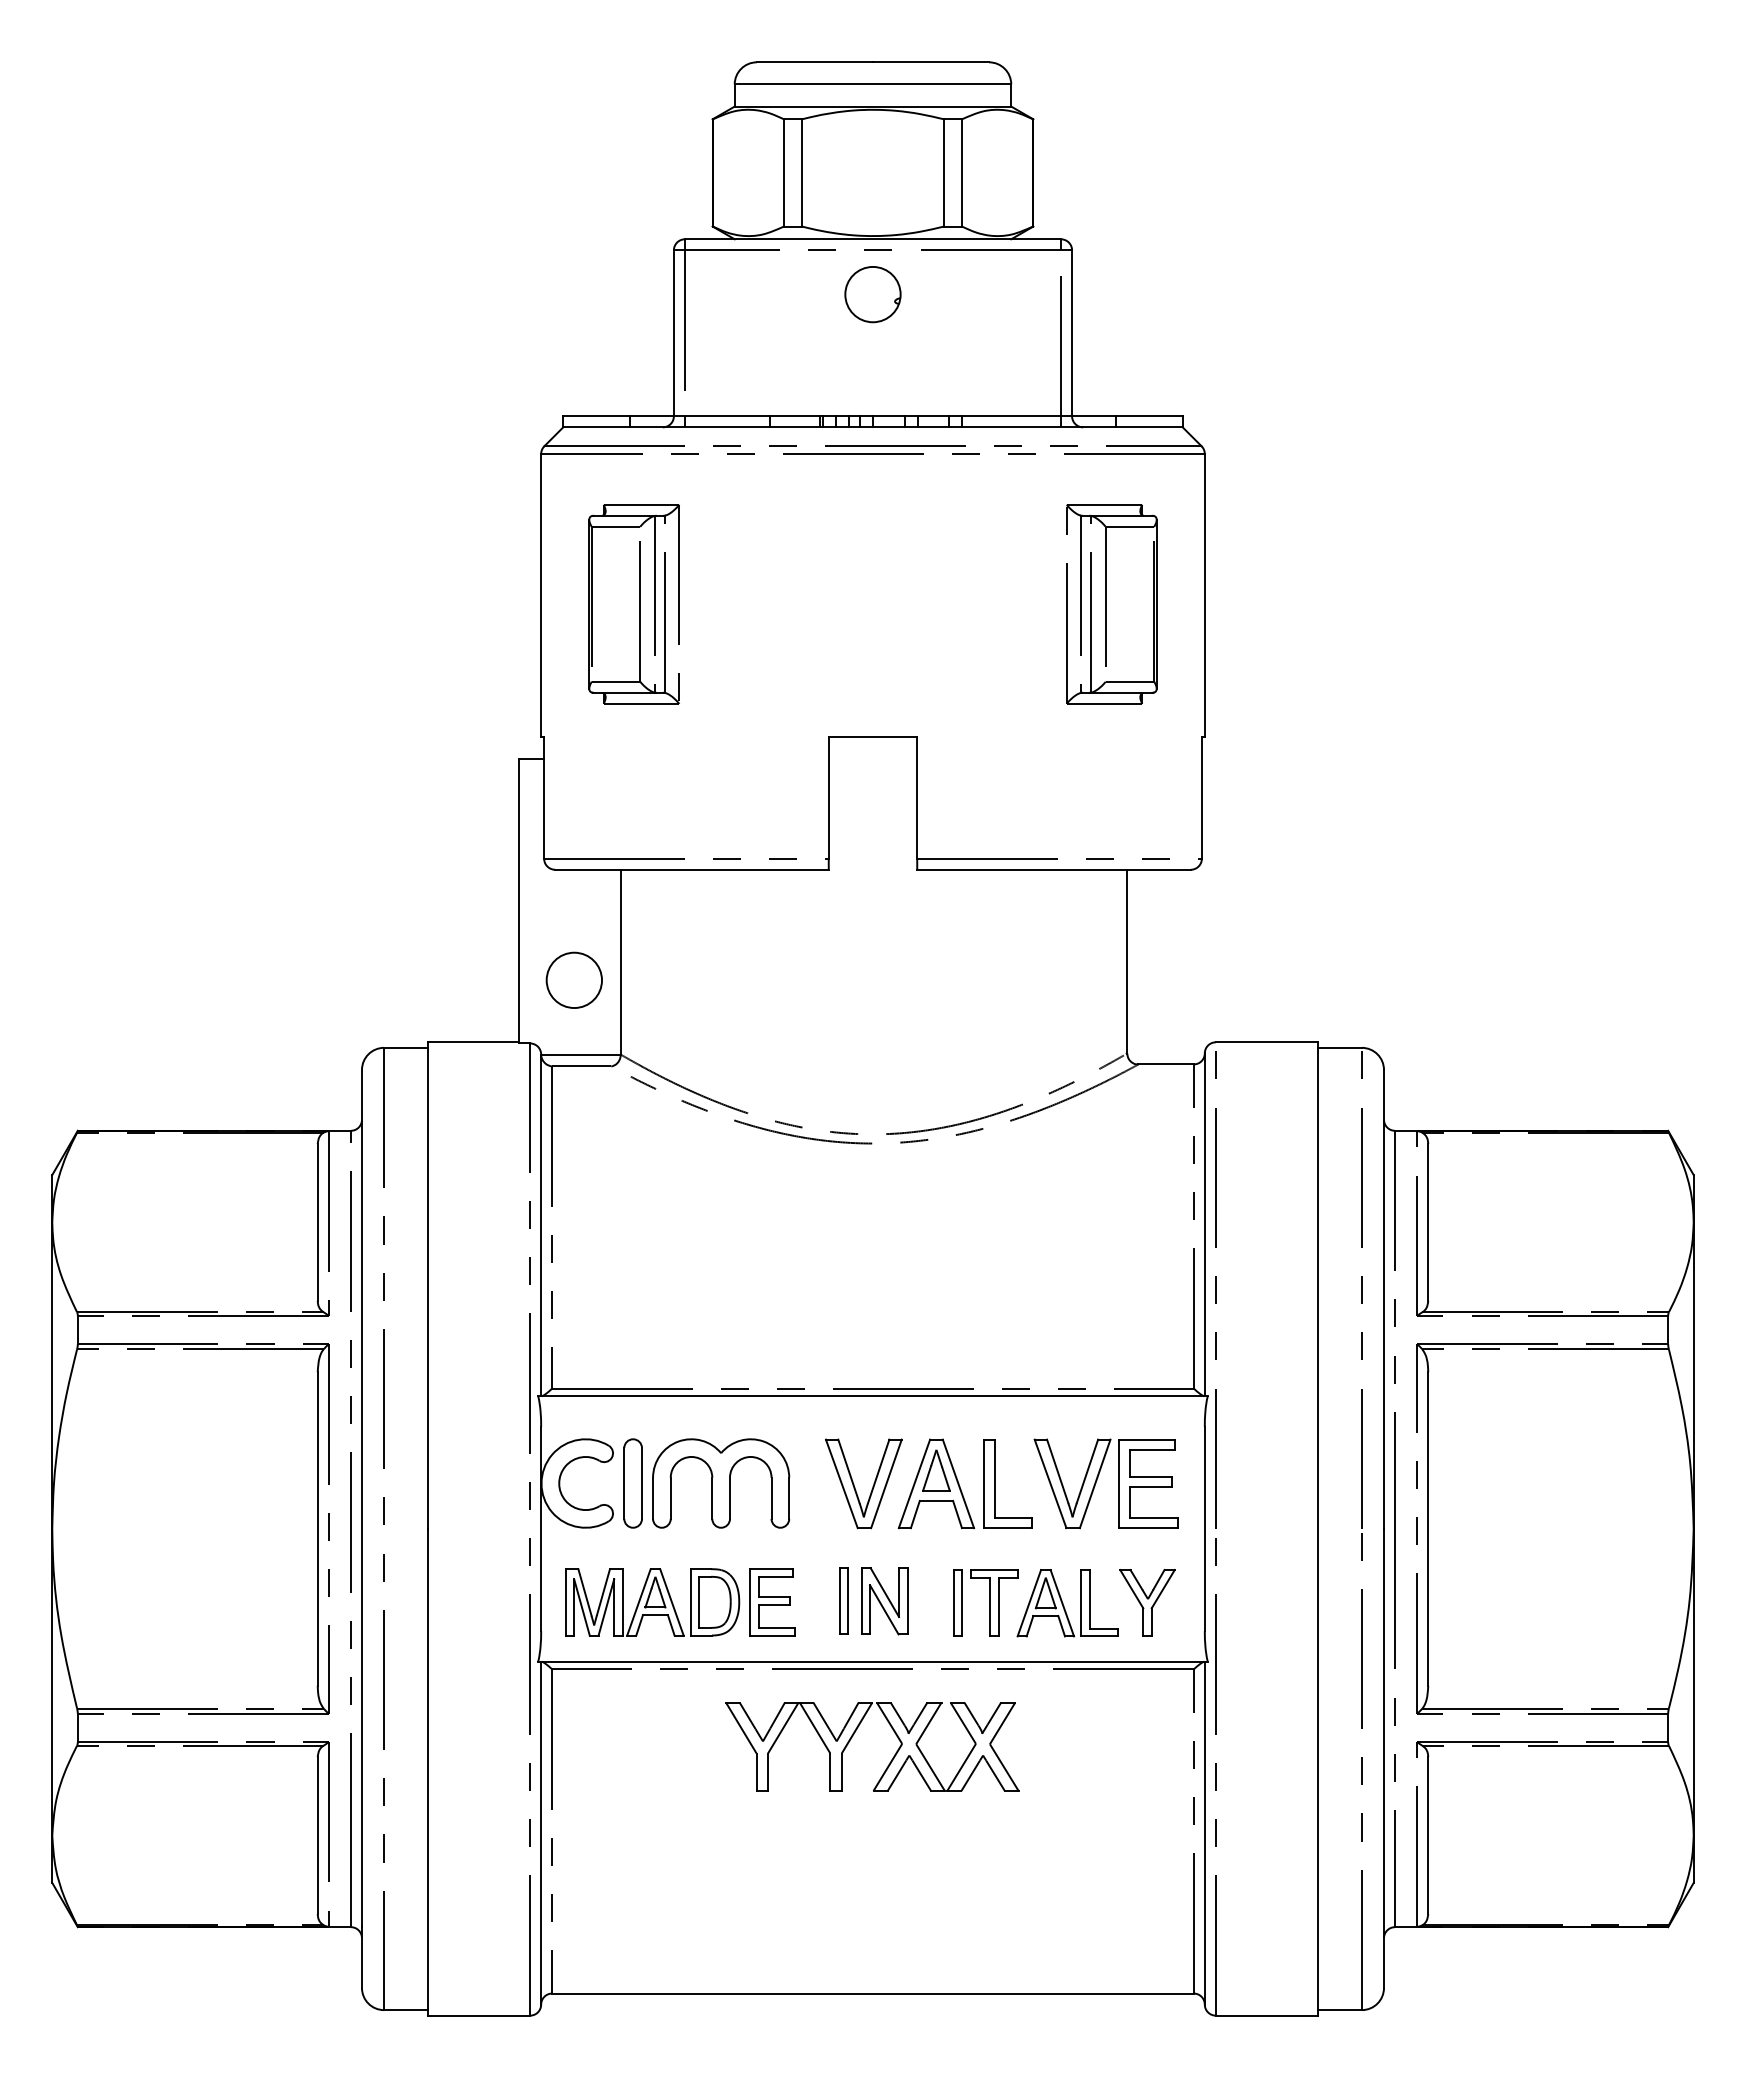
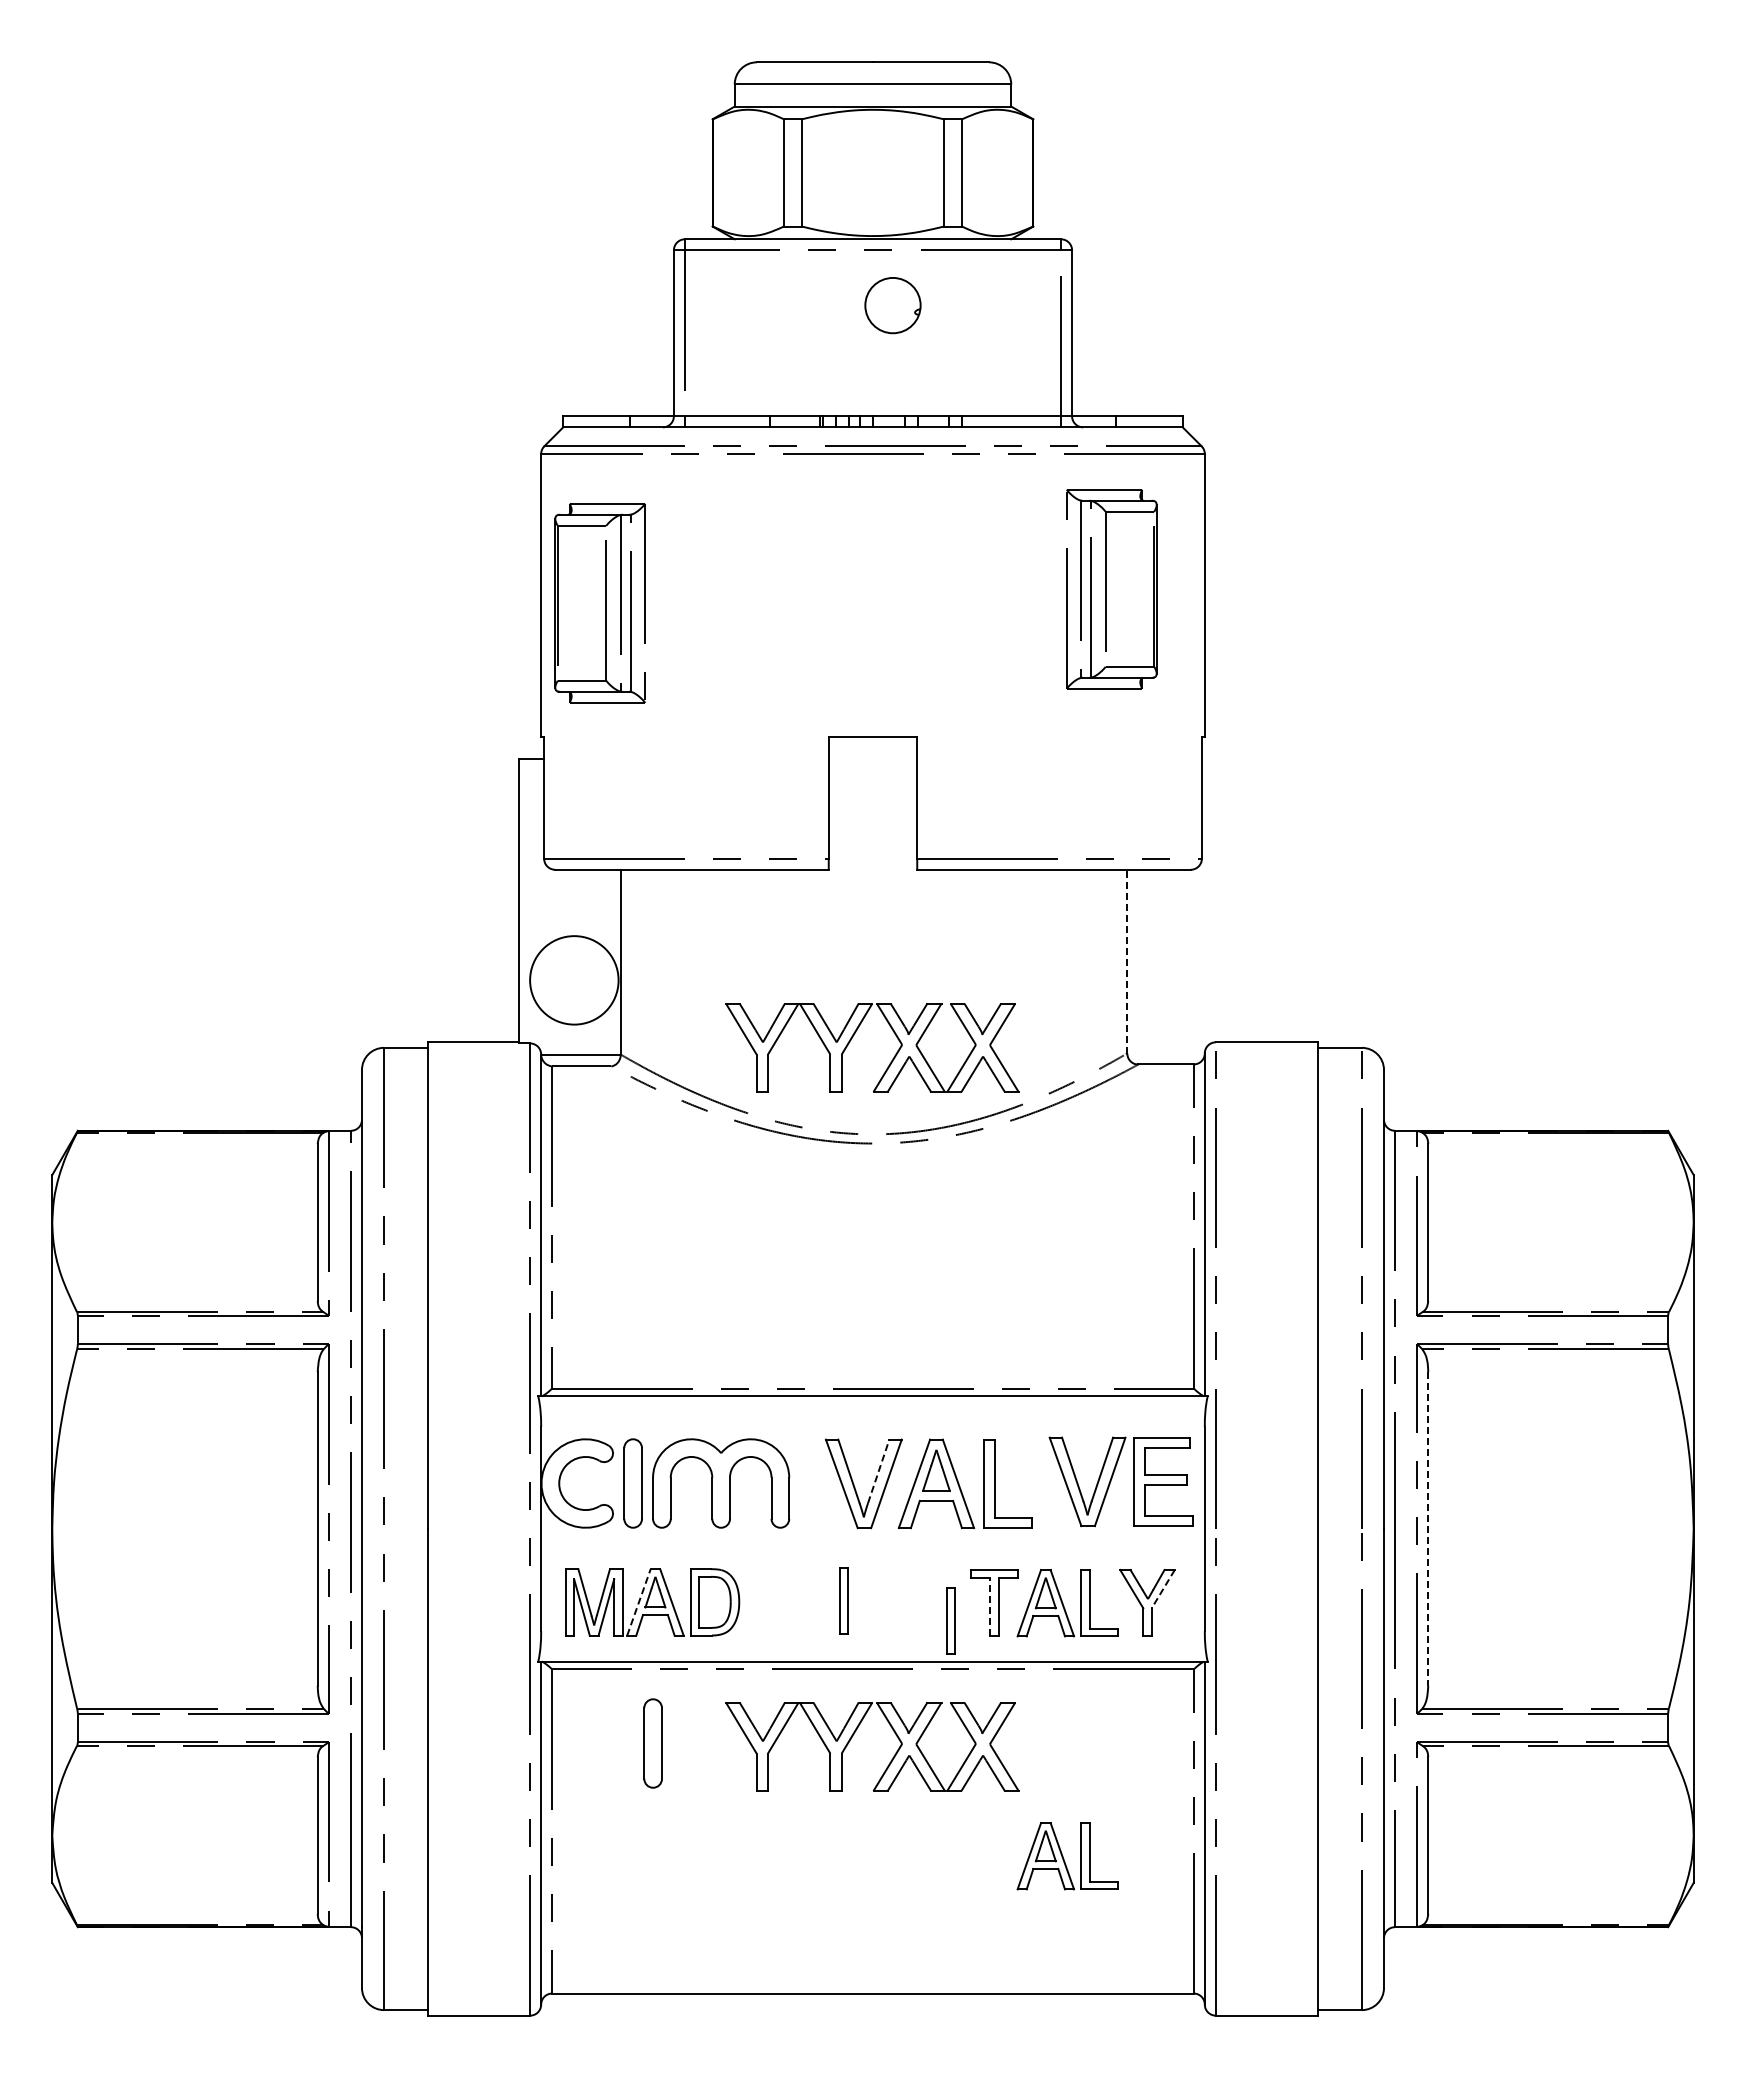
part at (872, 294) position: (872, 294) -> (892, 305)
part at (633, 604) position: (633, 604) -> (599, 603)
part at (1111, 604) position: (1111, 604) -> (1111, 589)
line at (1127, 961): solid -> dashed
circle at (574, 980) diameter: 55 px -> 88 px
part at (853, 1037): none -> present
line at (878, 1470): solid -> dashed
part at (1097, 1480) position: (1097, 1480) -> (1112, 1478)
line at (1428, 1528): solid -> dashed
line at (1163, 1589): solid -> dashed
line at (639, 1601): solid -> dashed
part at (884, 1601): present -> none
part at (772, 1602): present -> none
part at (957, 1602) position: (957, 1602) -> (950, 1620)
line at (990, 1606): solid -> dashed
part at (652, 1743): none -> present
part at (1067, 1856): none -> present
